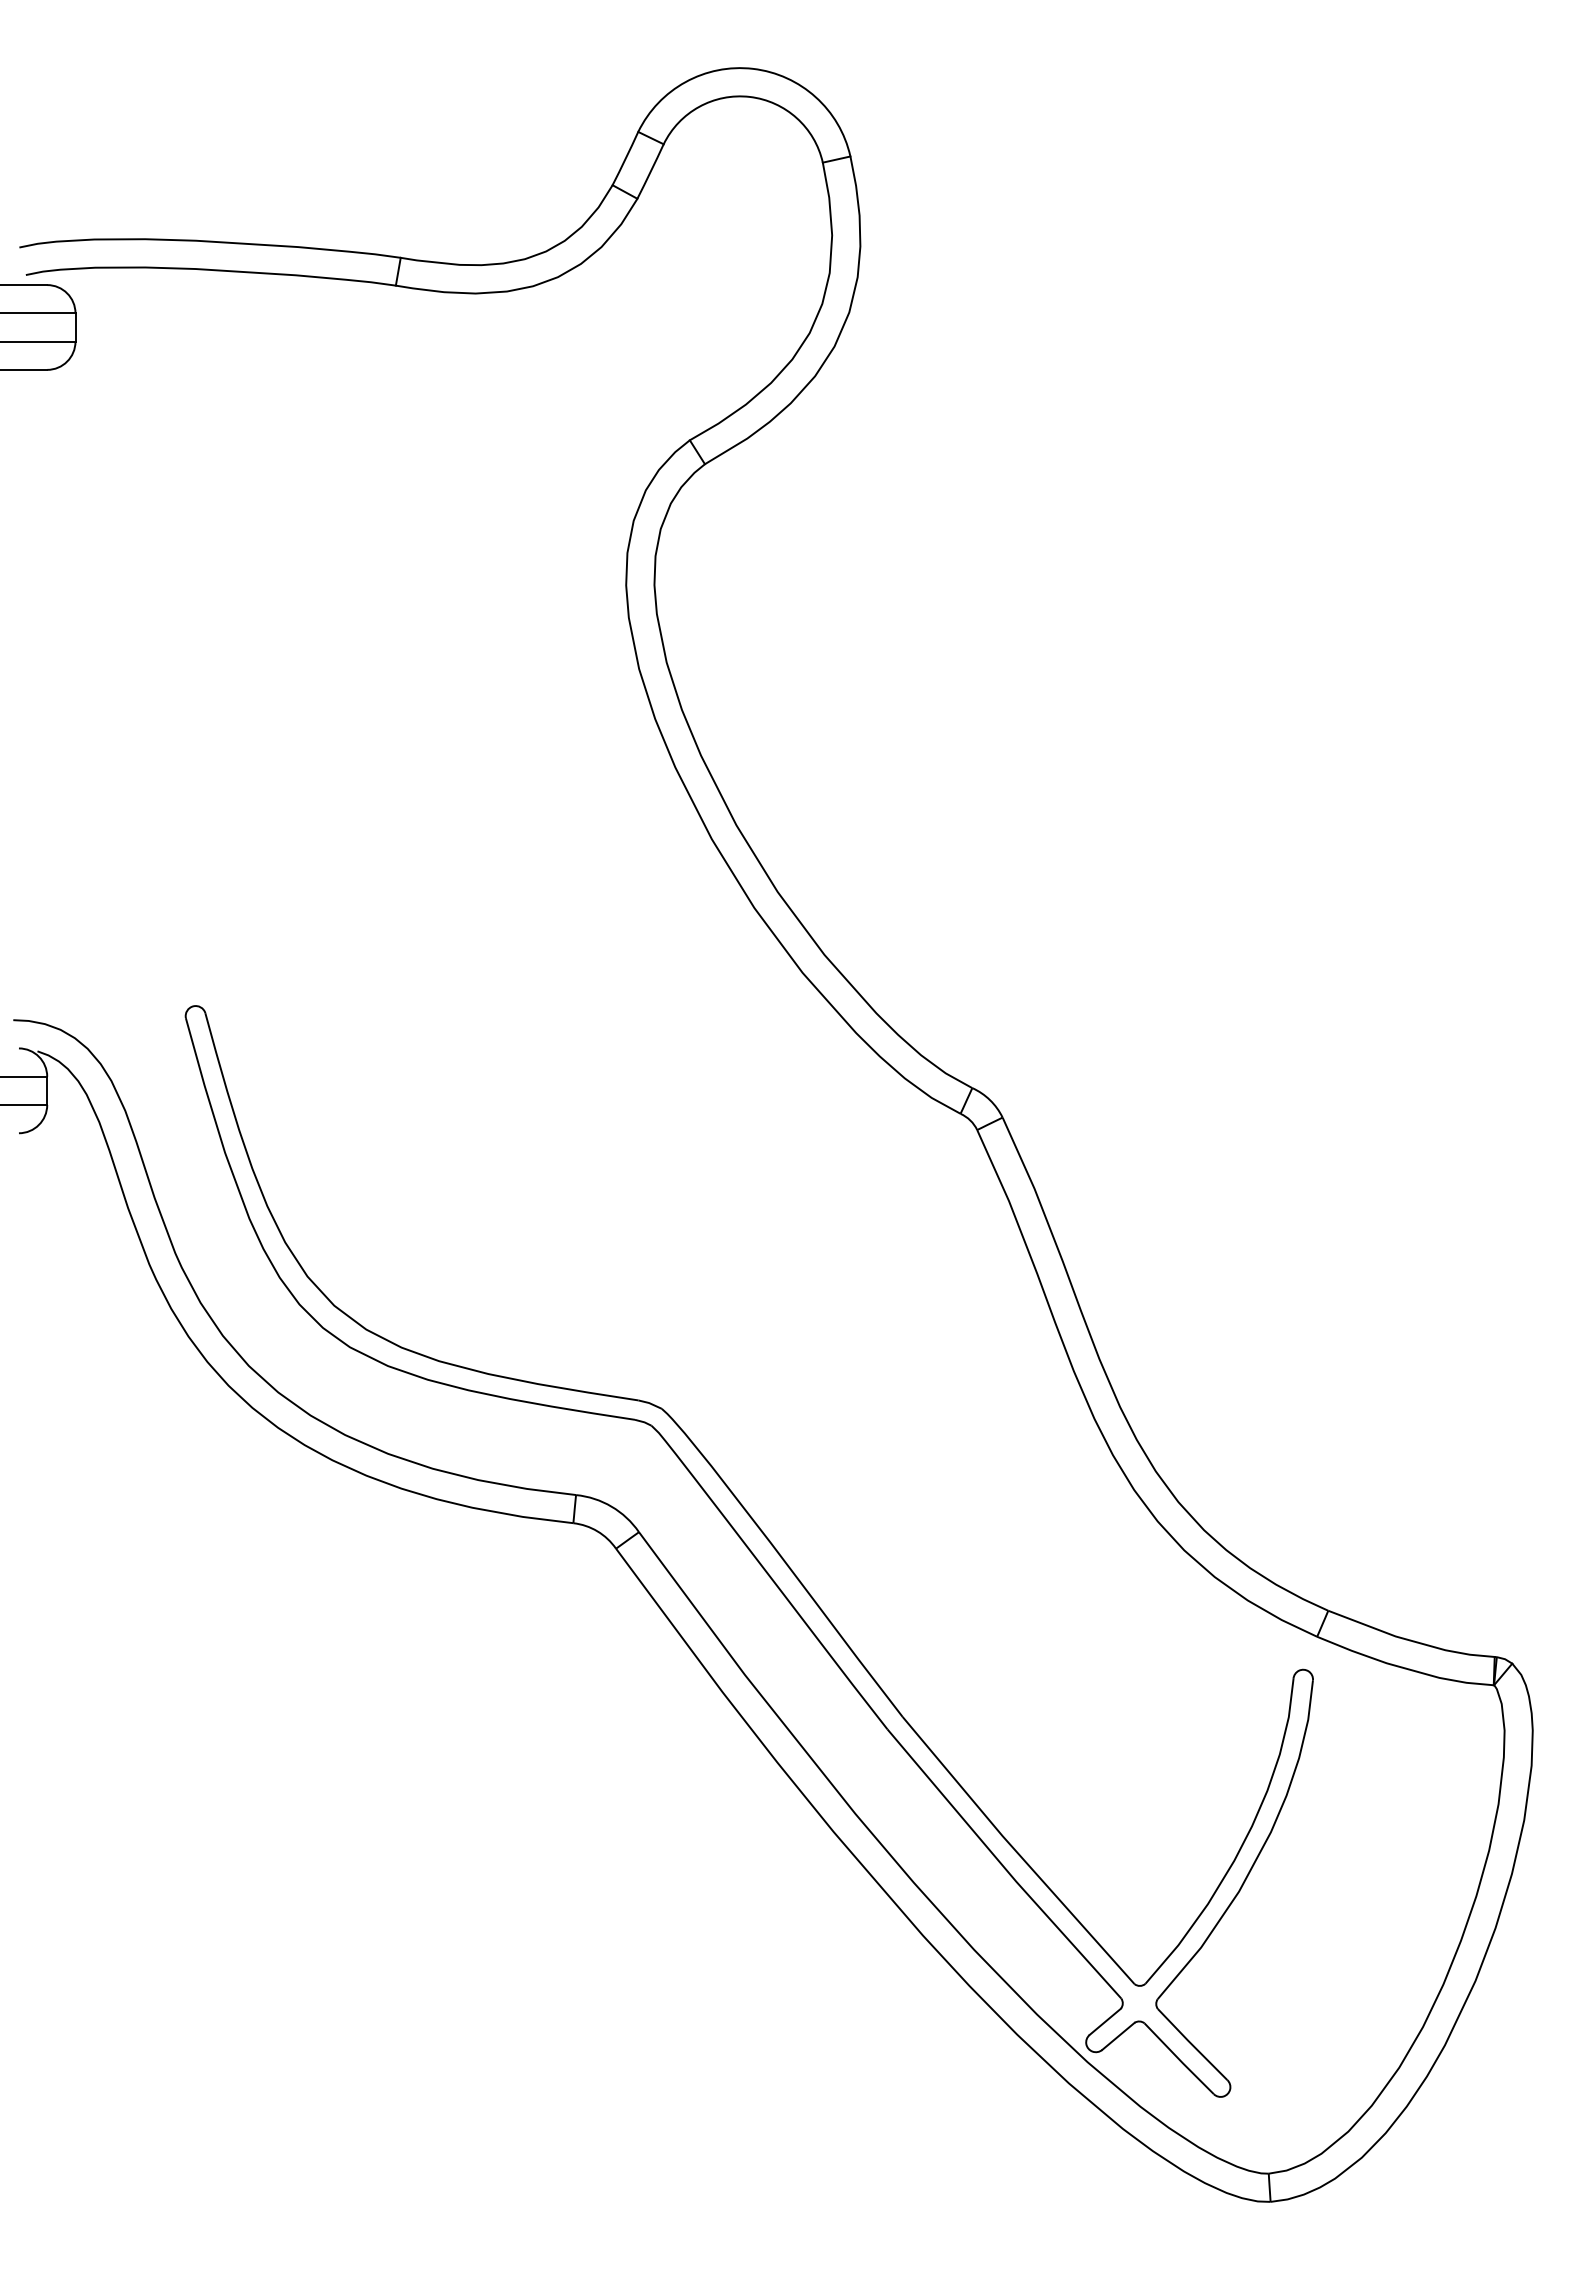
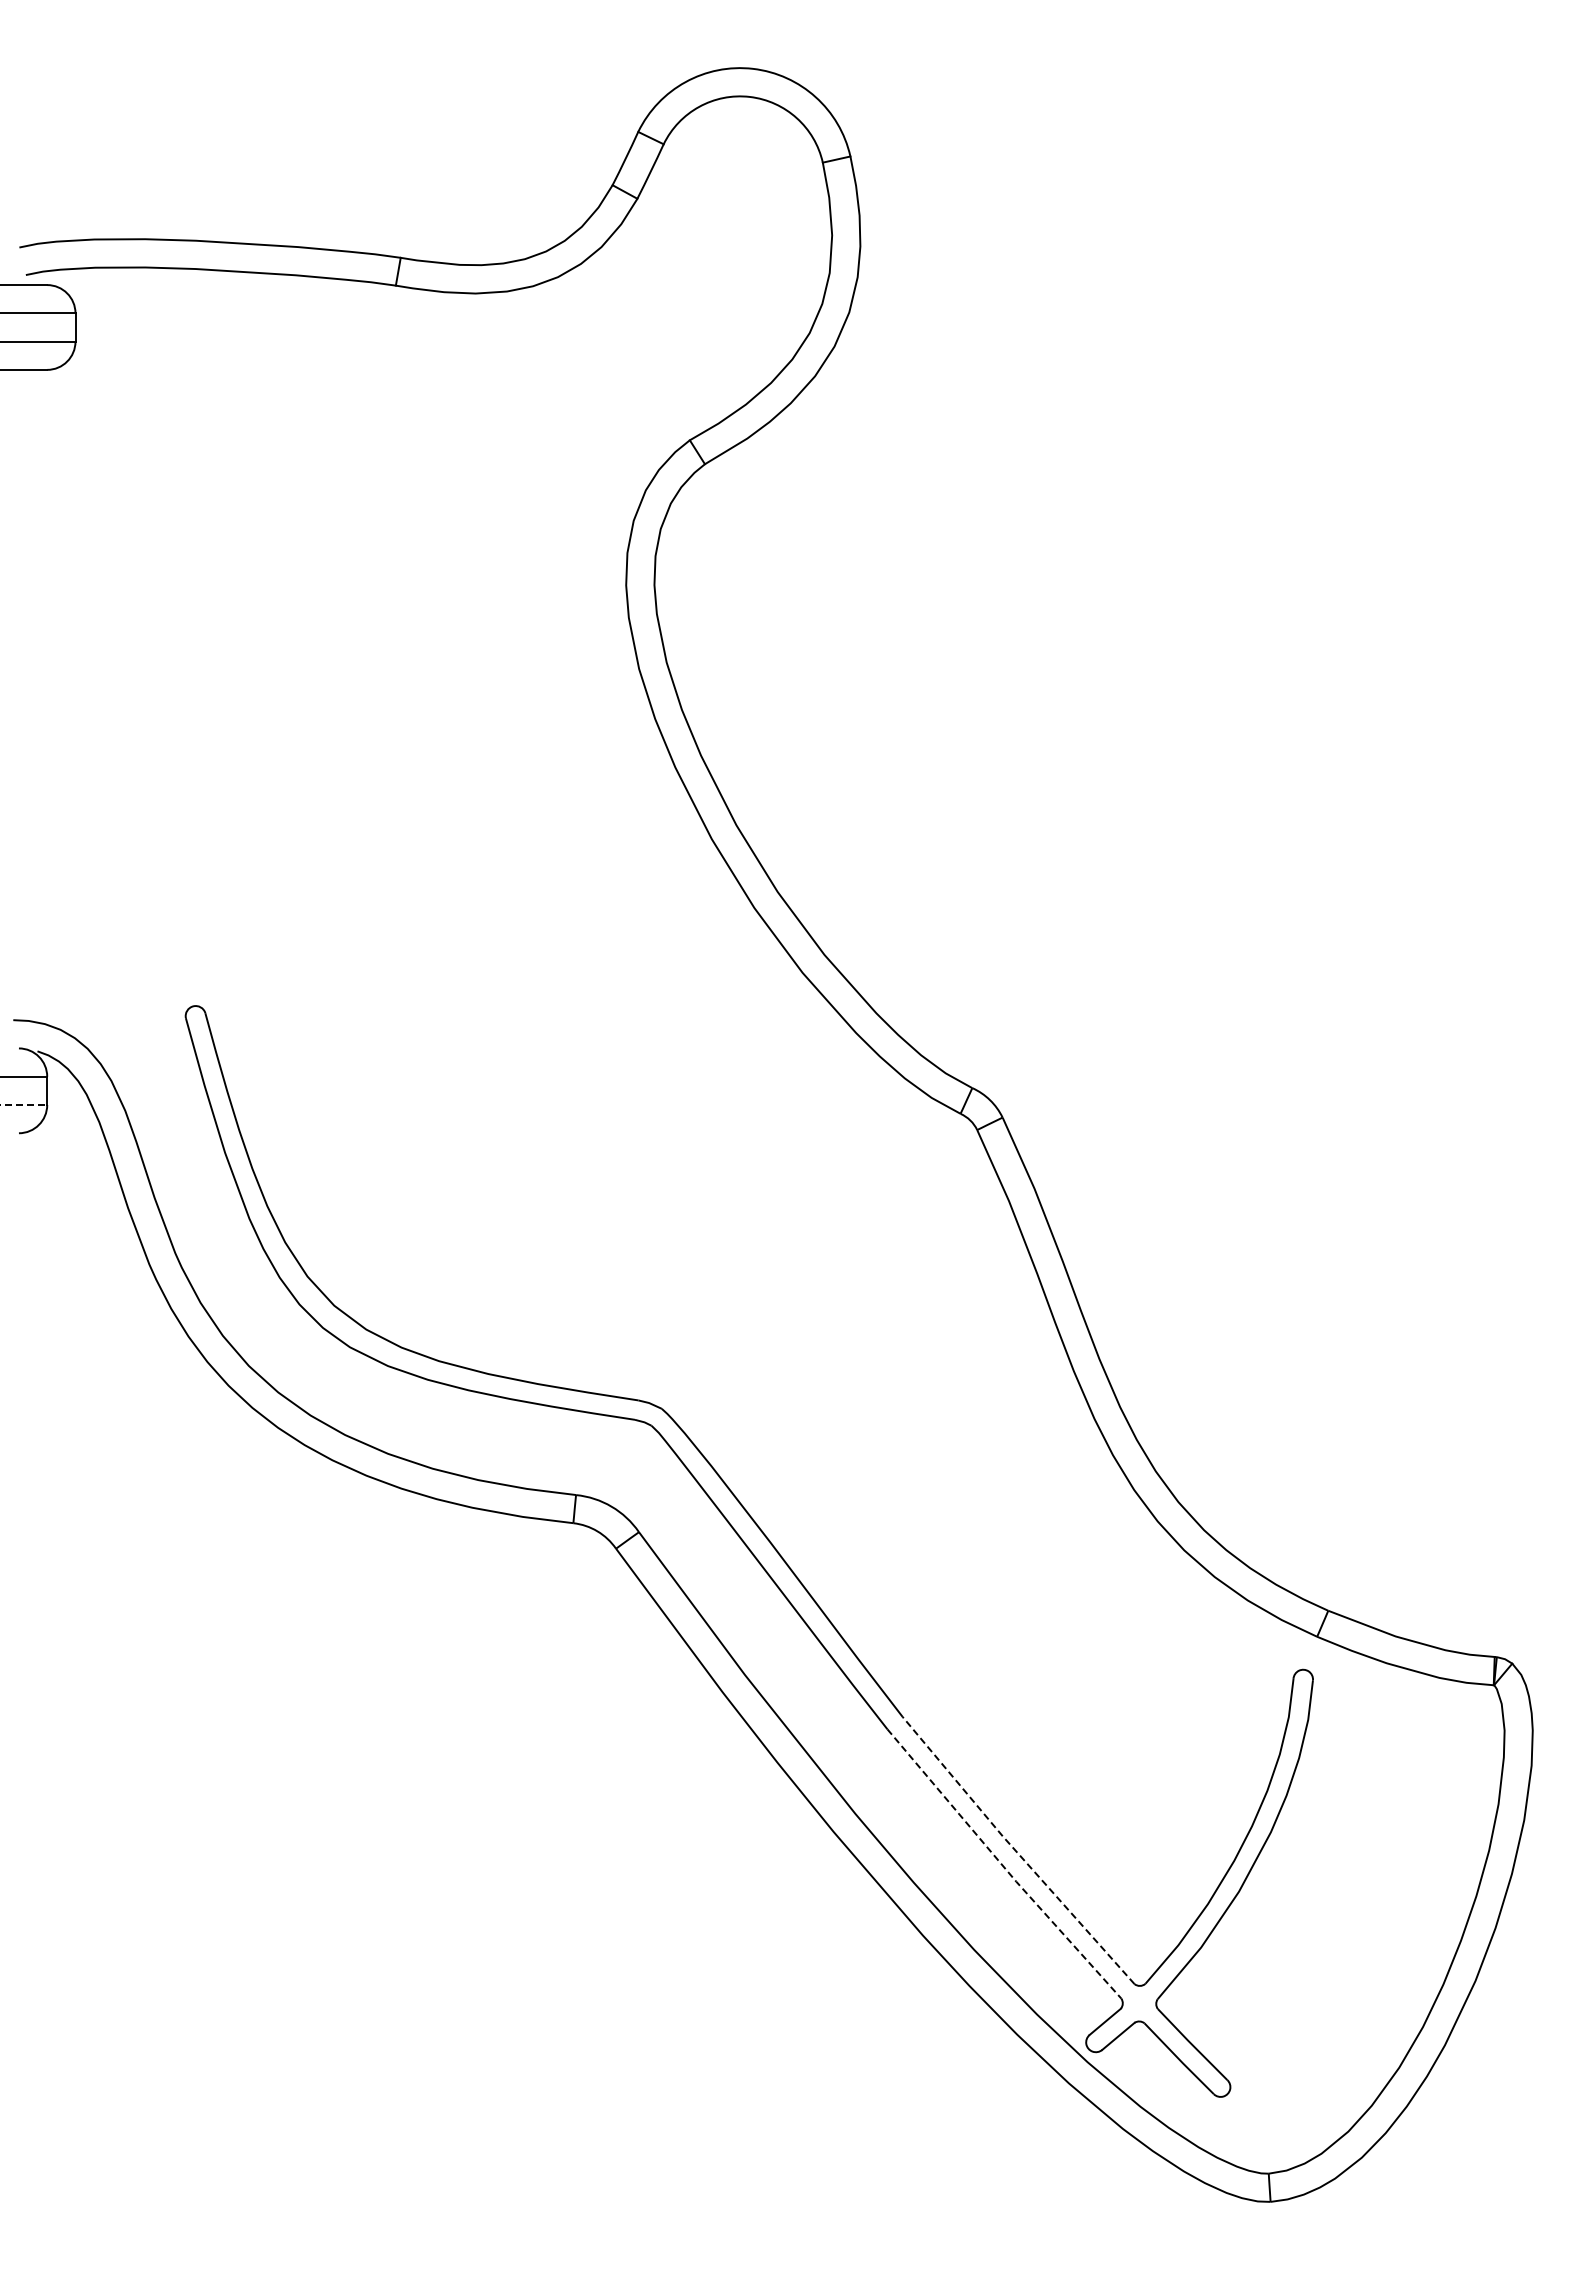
line at (24, 1104): solid -> dashed
line at (1016, 1851): solid -> dashed
line at (1002, 1865): solid -> dashed
